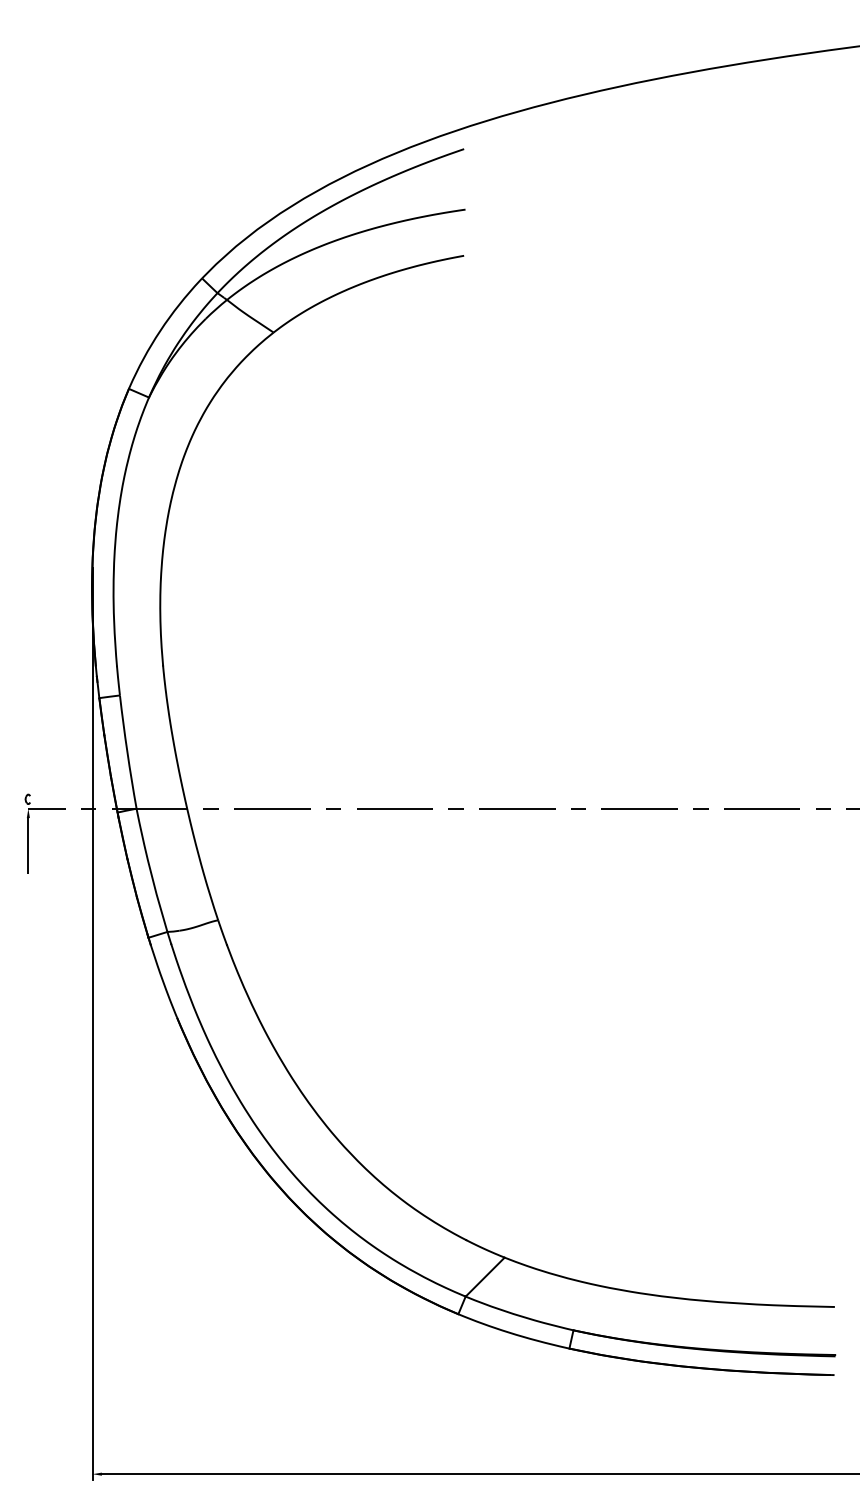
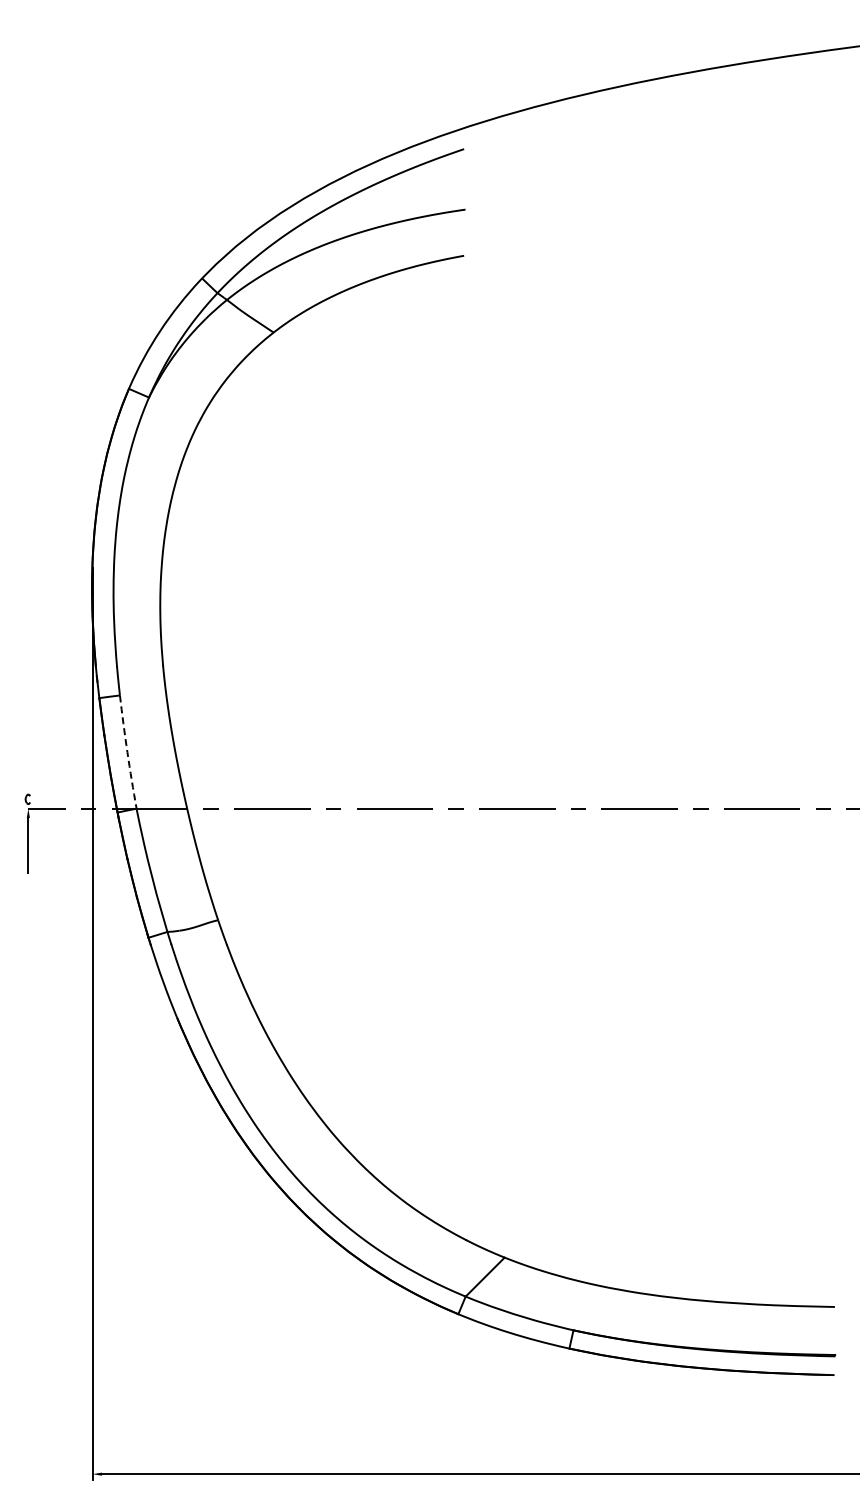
arc at (127, 752): solid -> dashed
